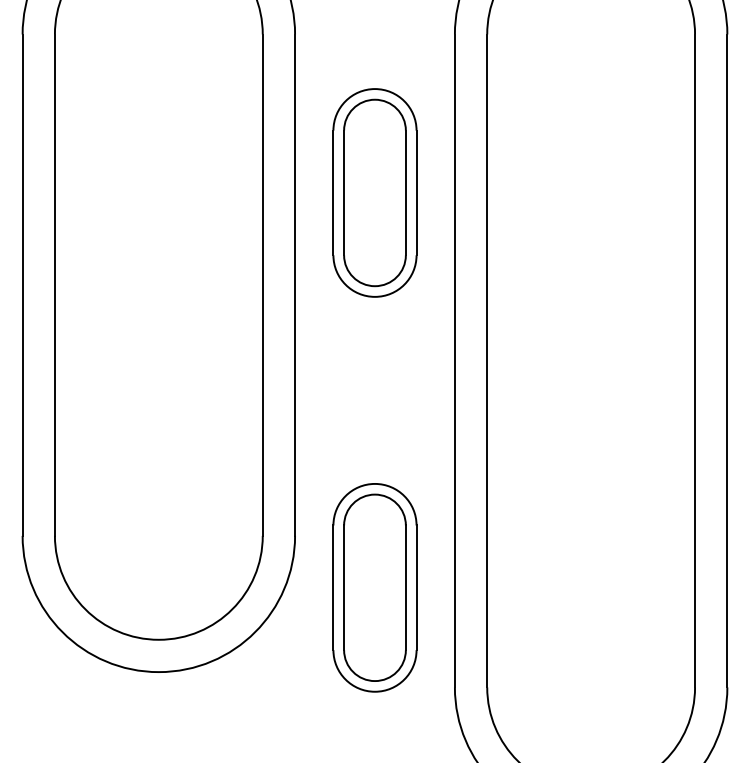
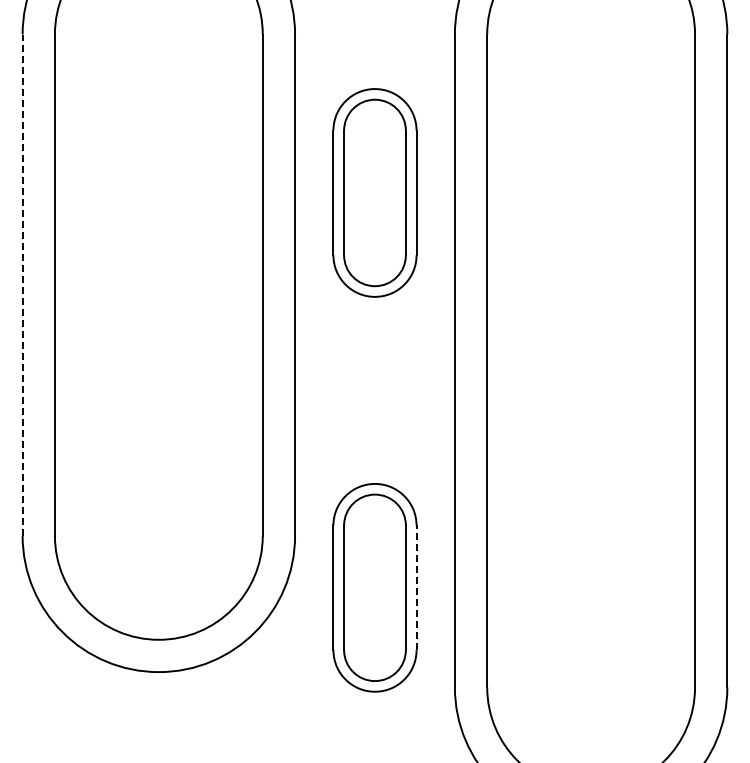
line at (22, 285): solid -> dashed
line at (416, 587): solid -> dashed
